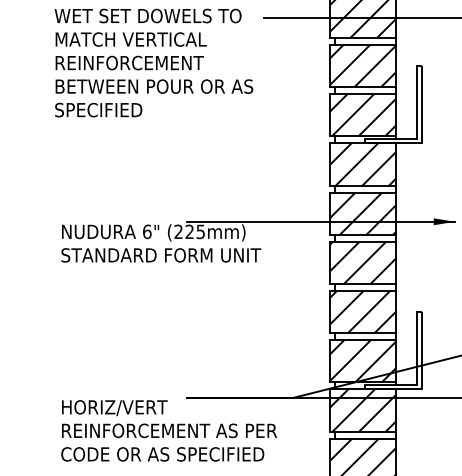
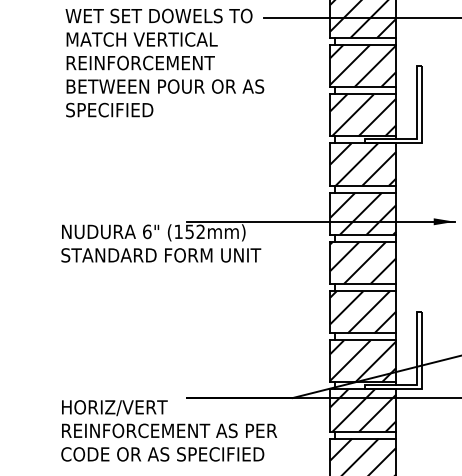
text at (153, 62) position: (153, 62) -> (164, 62)
text at (189, 231): (225mm) -> (152mm)
